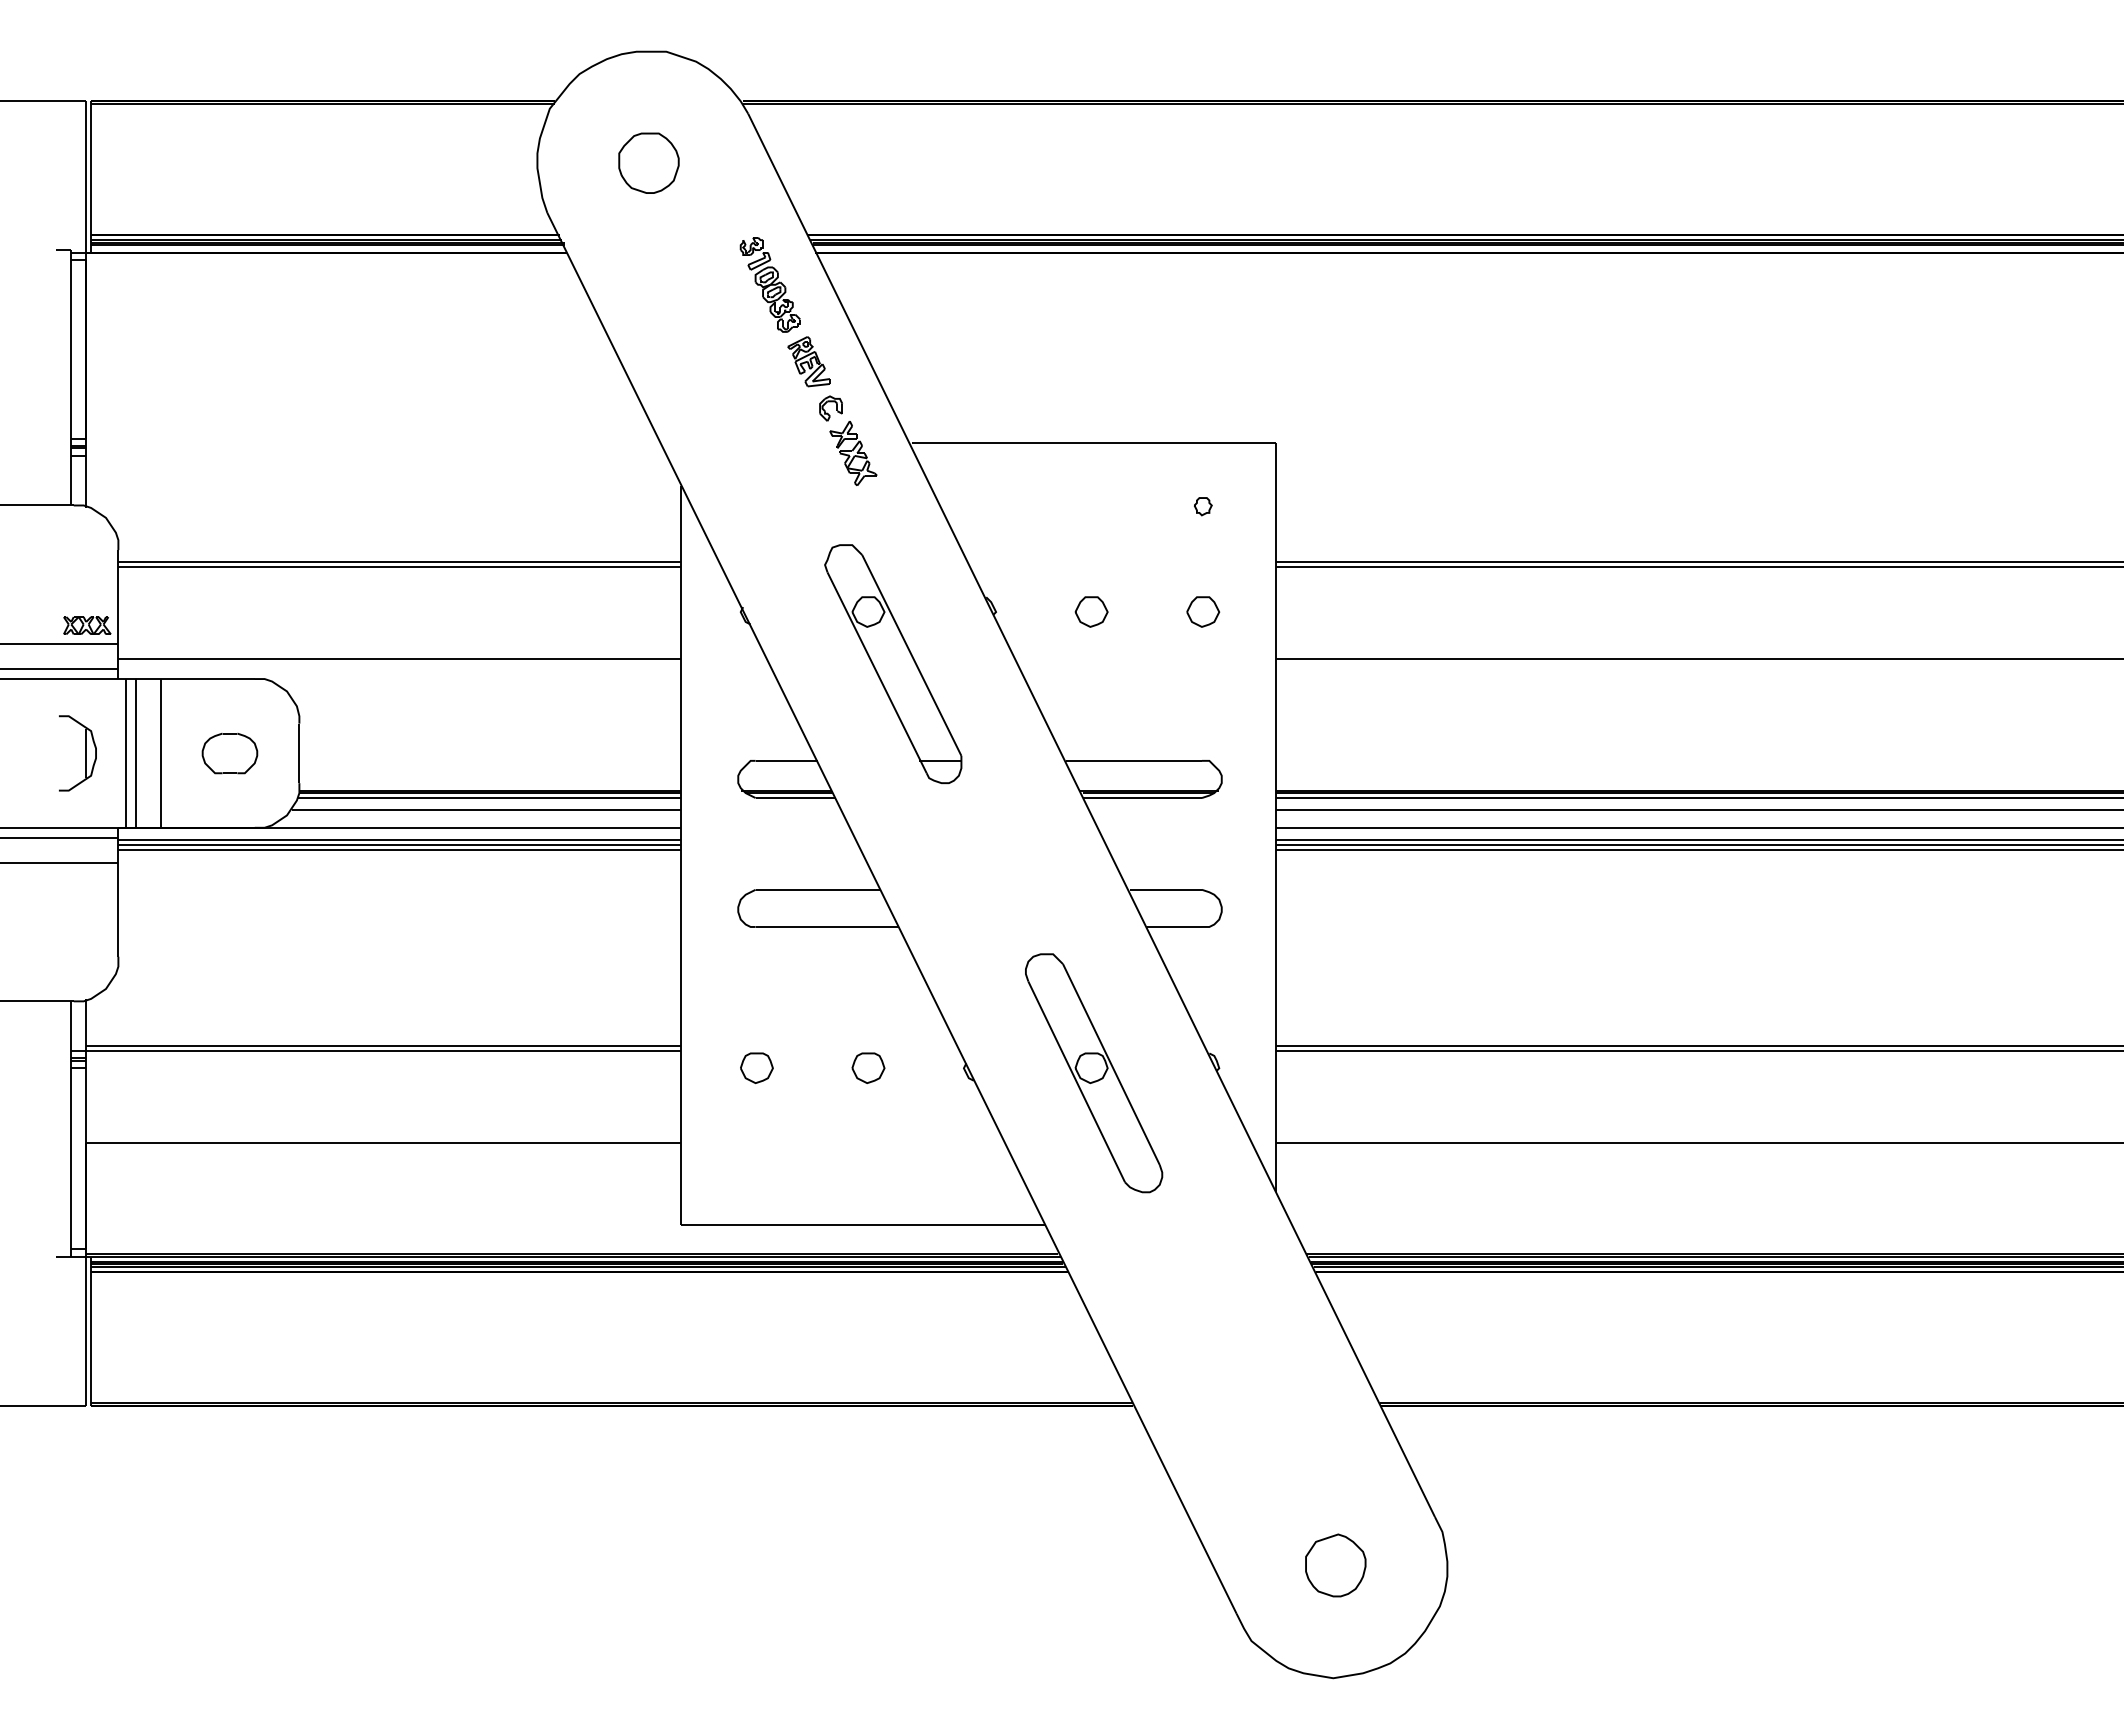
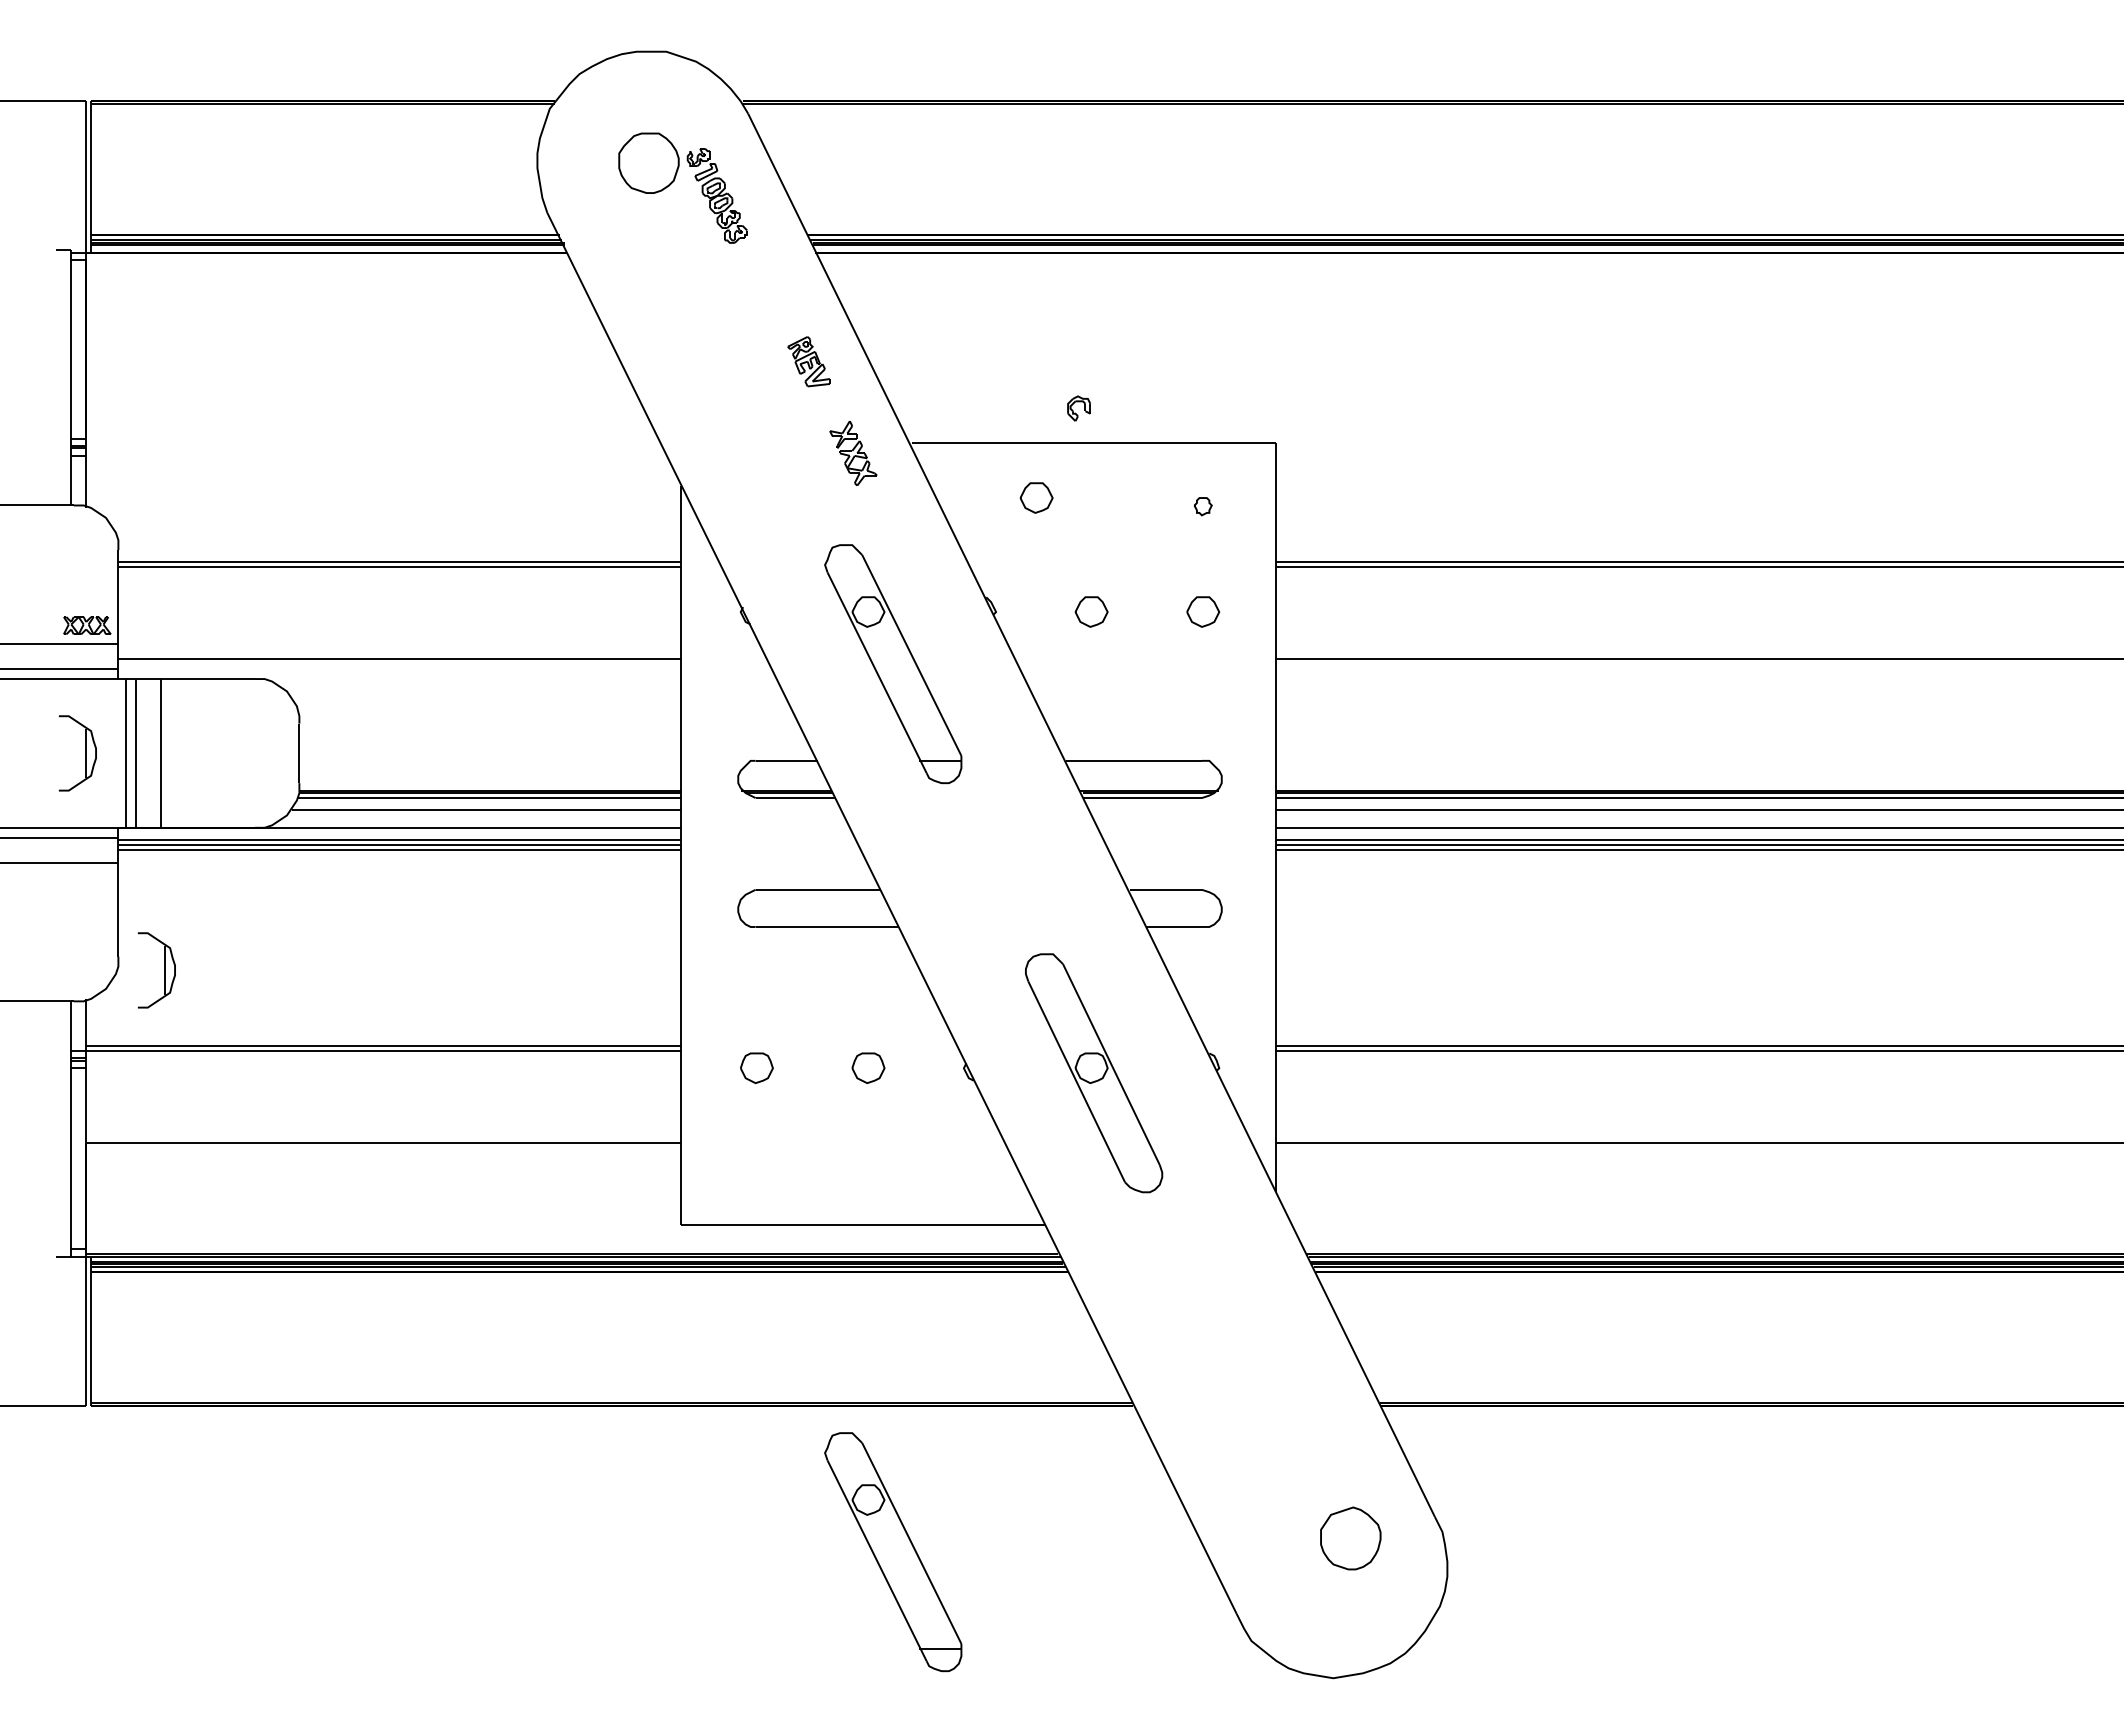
part at (769, 284) position: (769, 284) -> (716, 195)
part at (830, 408) position: (830, 408) -> (1078, 408)
part at (1036, 497): none -> present
part at (229, 753): present -> none
part at (164, 970): none -> present
part at (893, 1552): none -> present
part at (1335, 1565) position: (1335, 1565) -> (1350, 1538)
